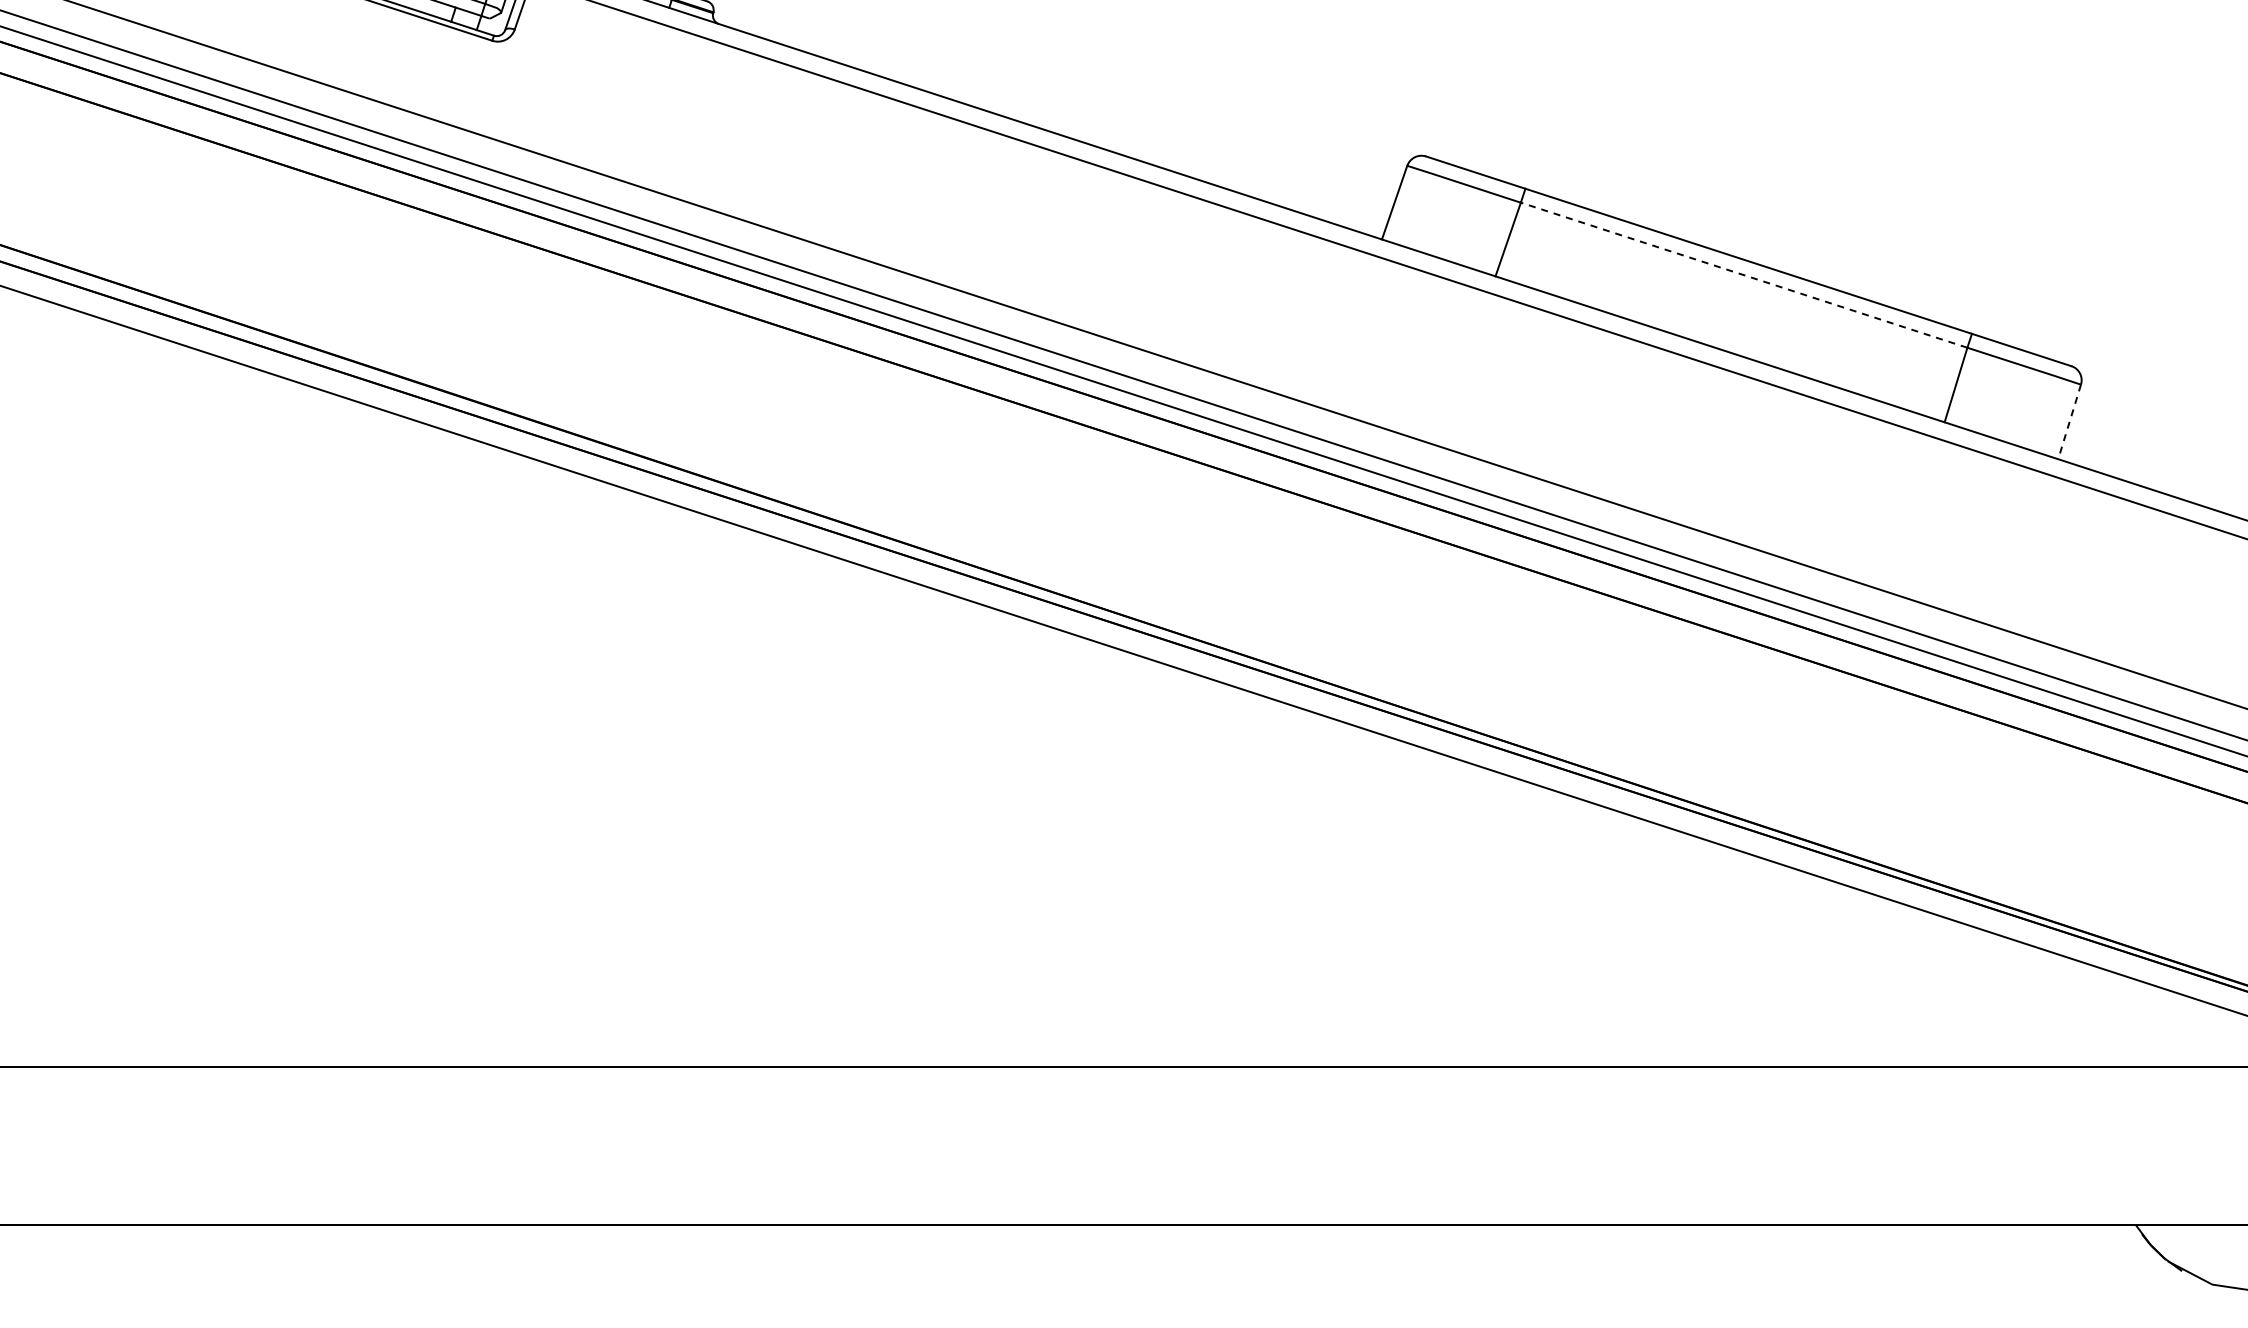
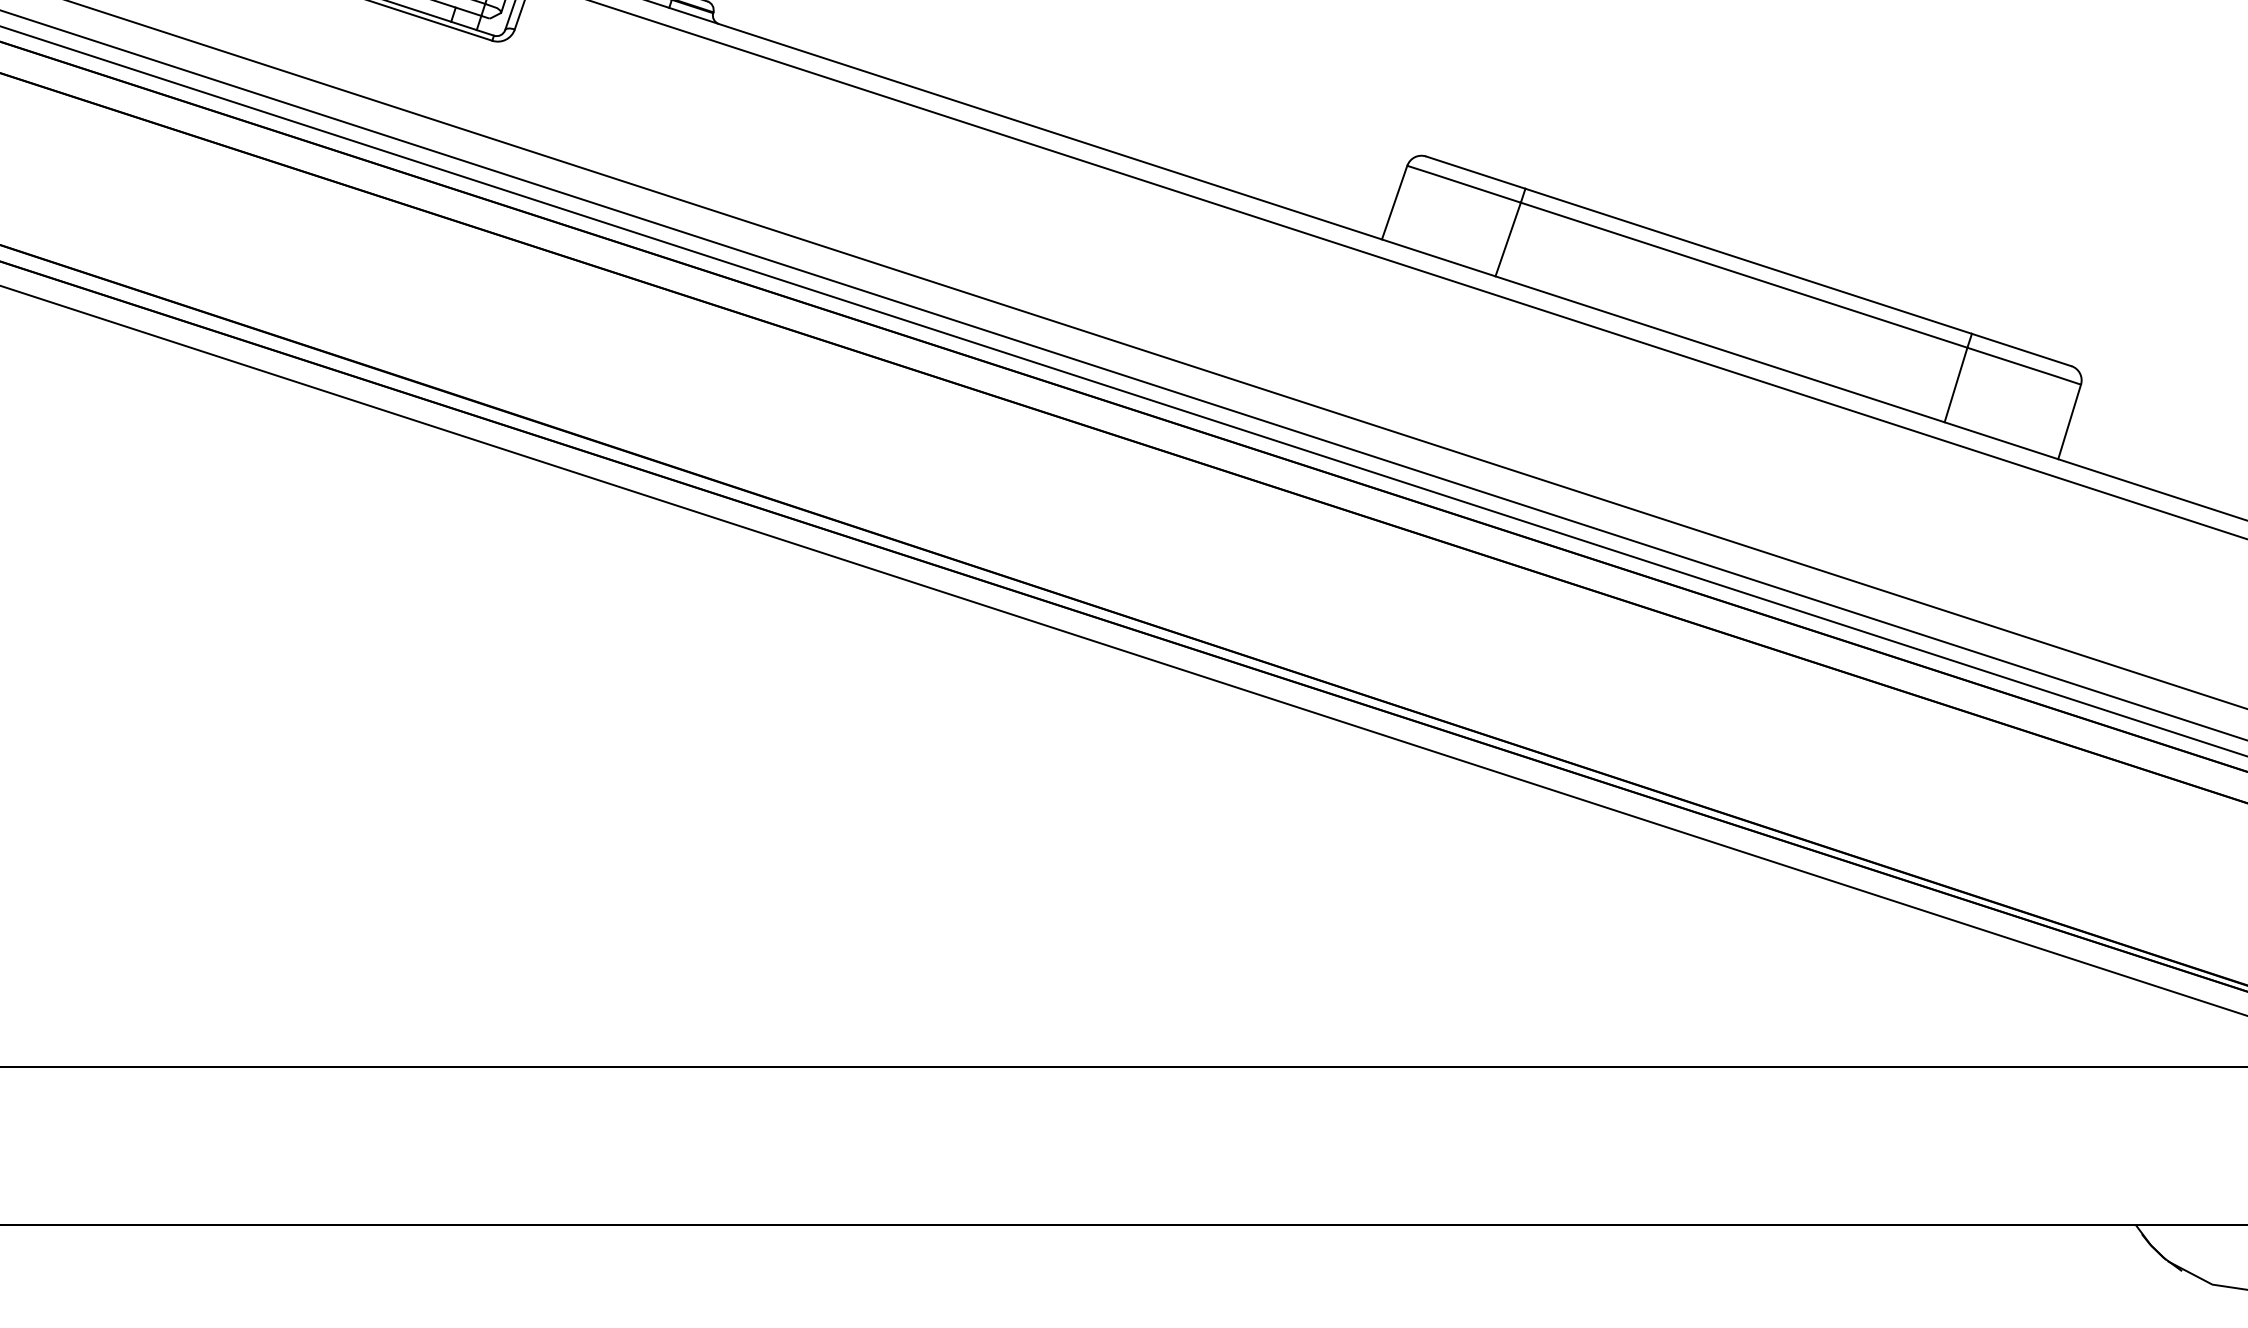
line at (1744, 275): dashed -> solid
line at (2069, 421): dashed -> solid
